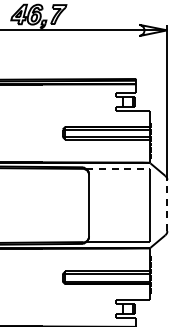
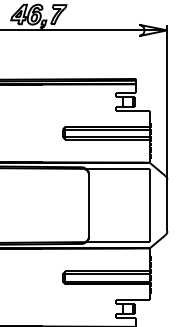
line at (118, 169): dashed -> solid
line at (167, 205): dashed -> solid
